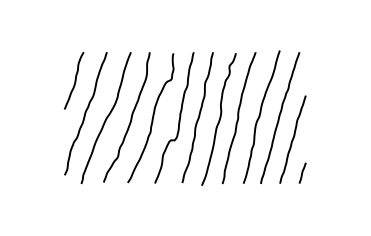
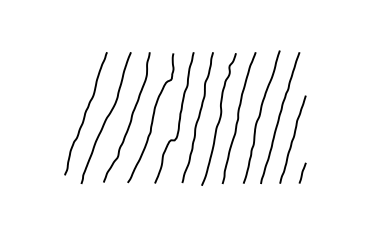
curve at (74, 80): present -> none
